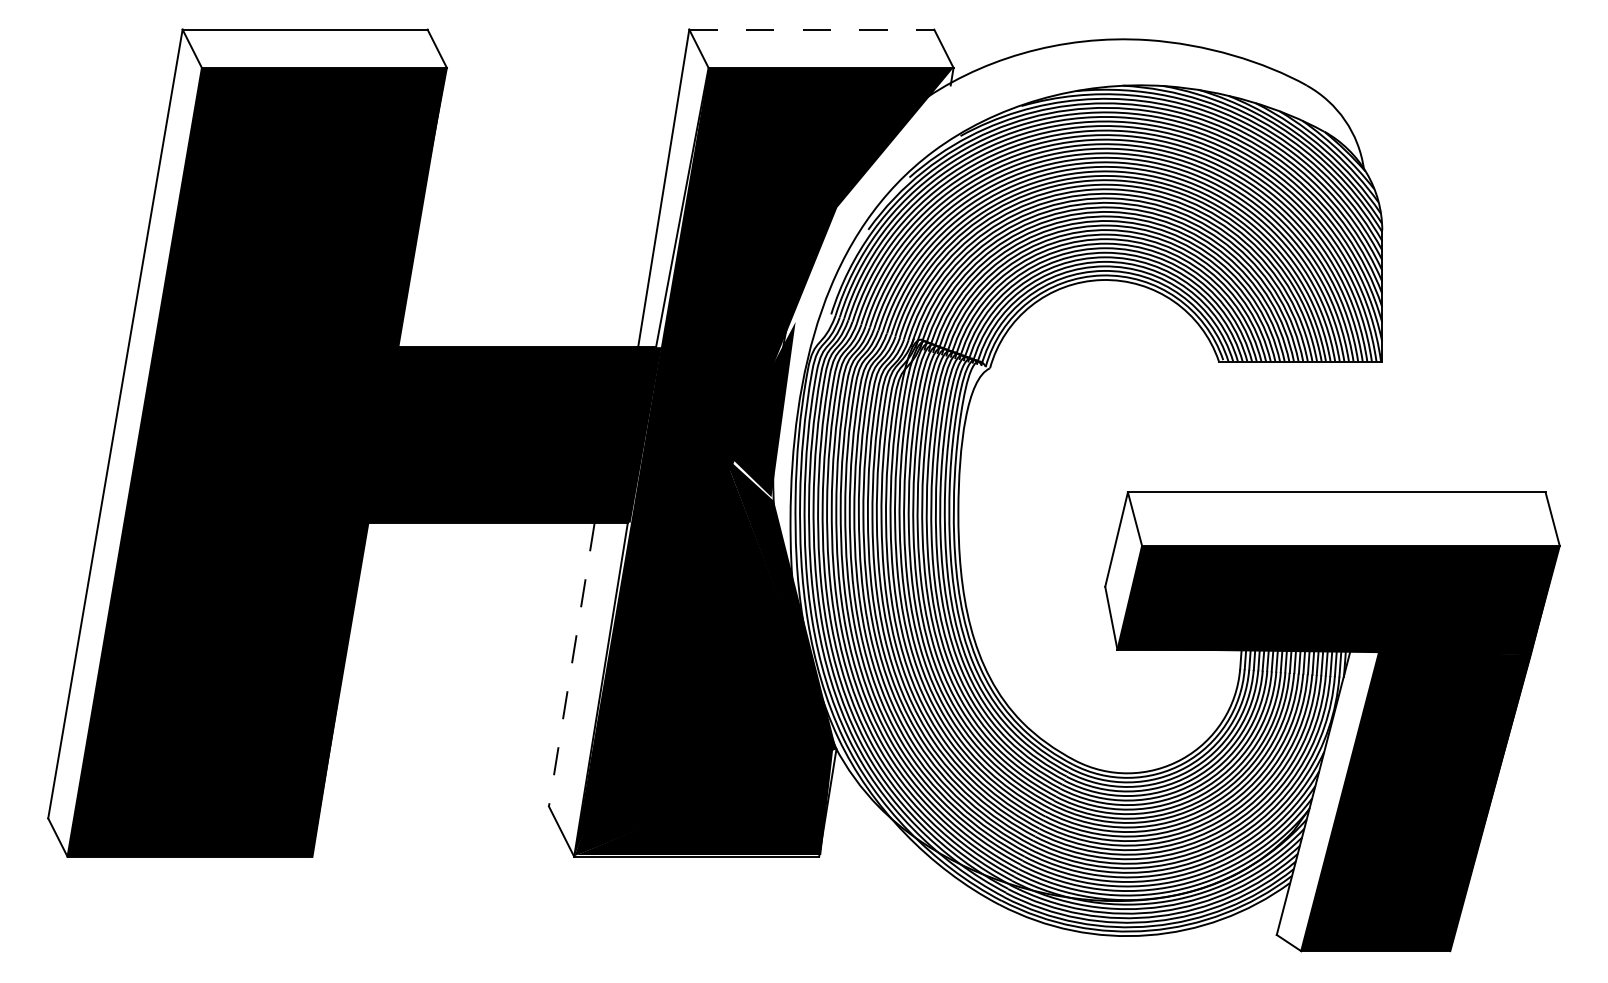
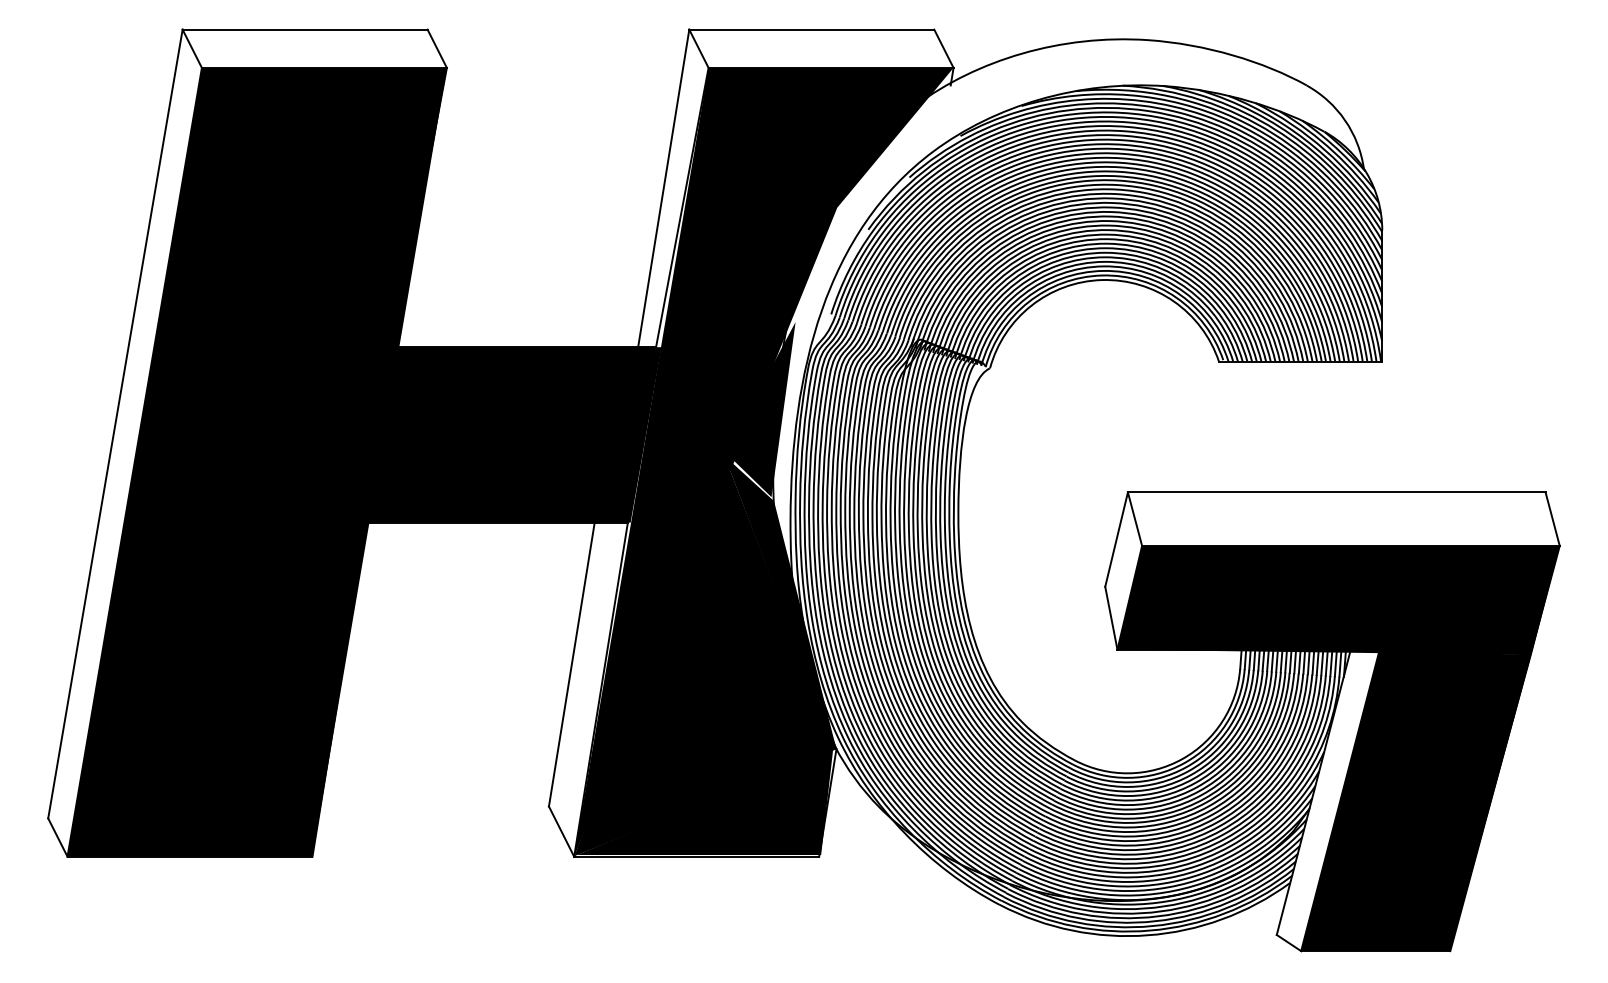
line at (812, 29): dashed -> solid
line at (571, 665): dashed -> solid
